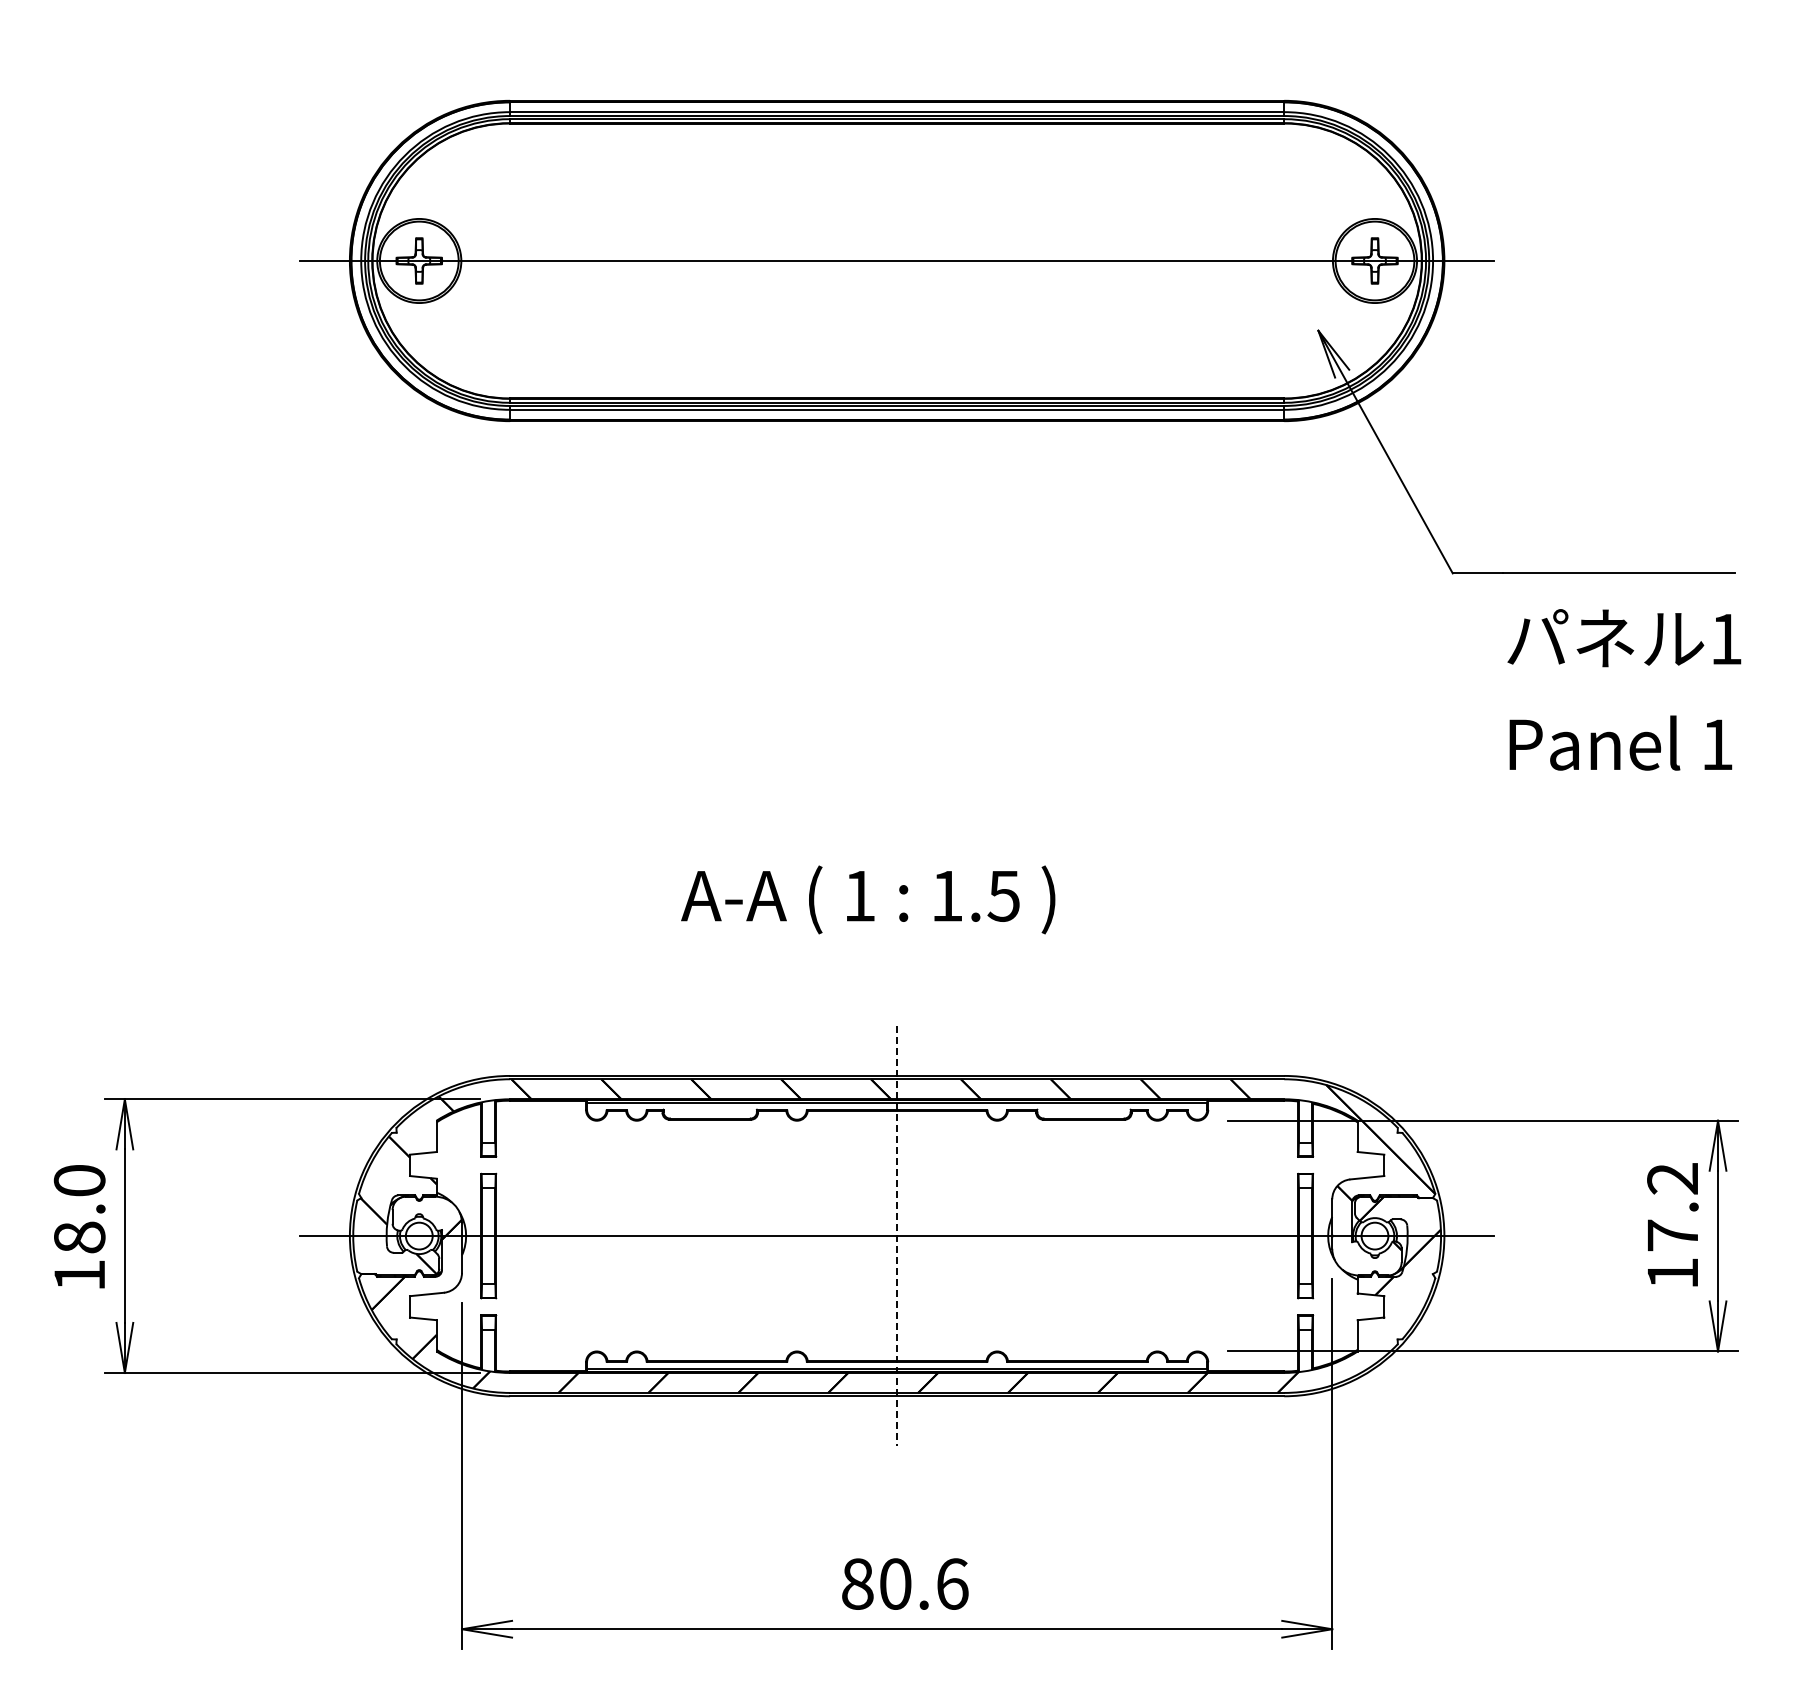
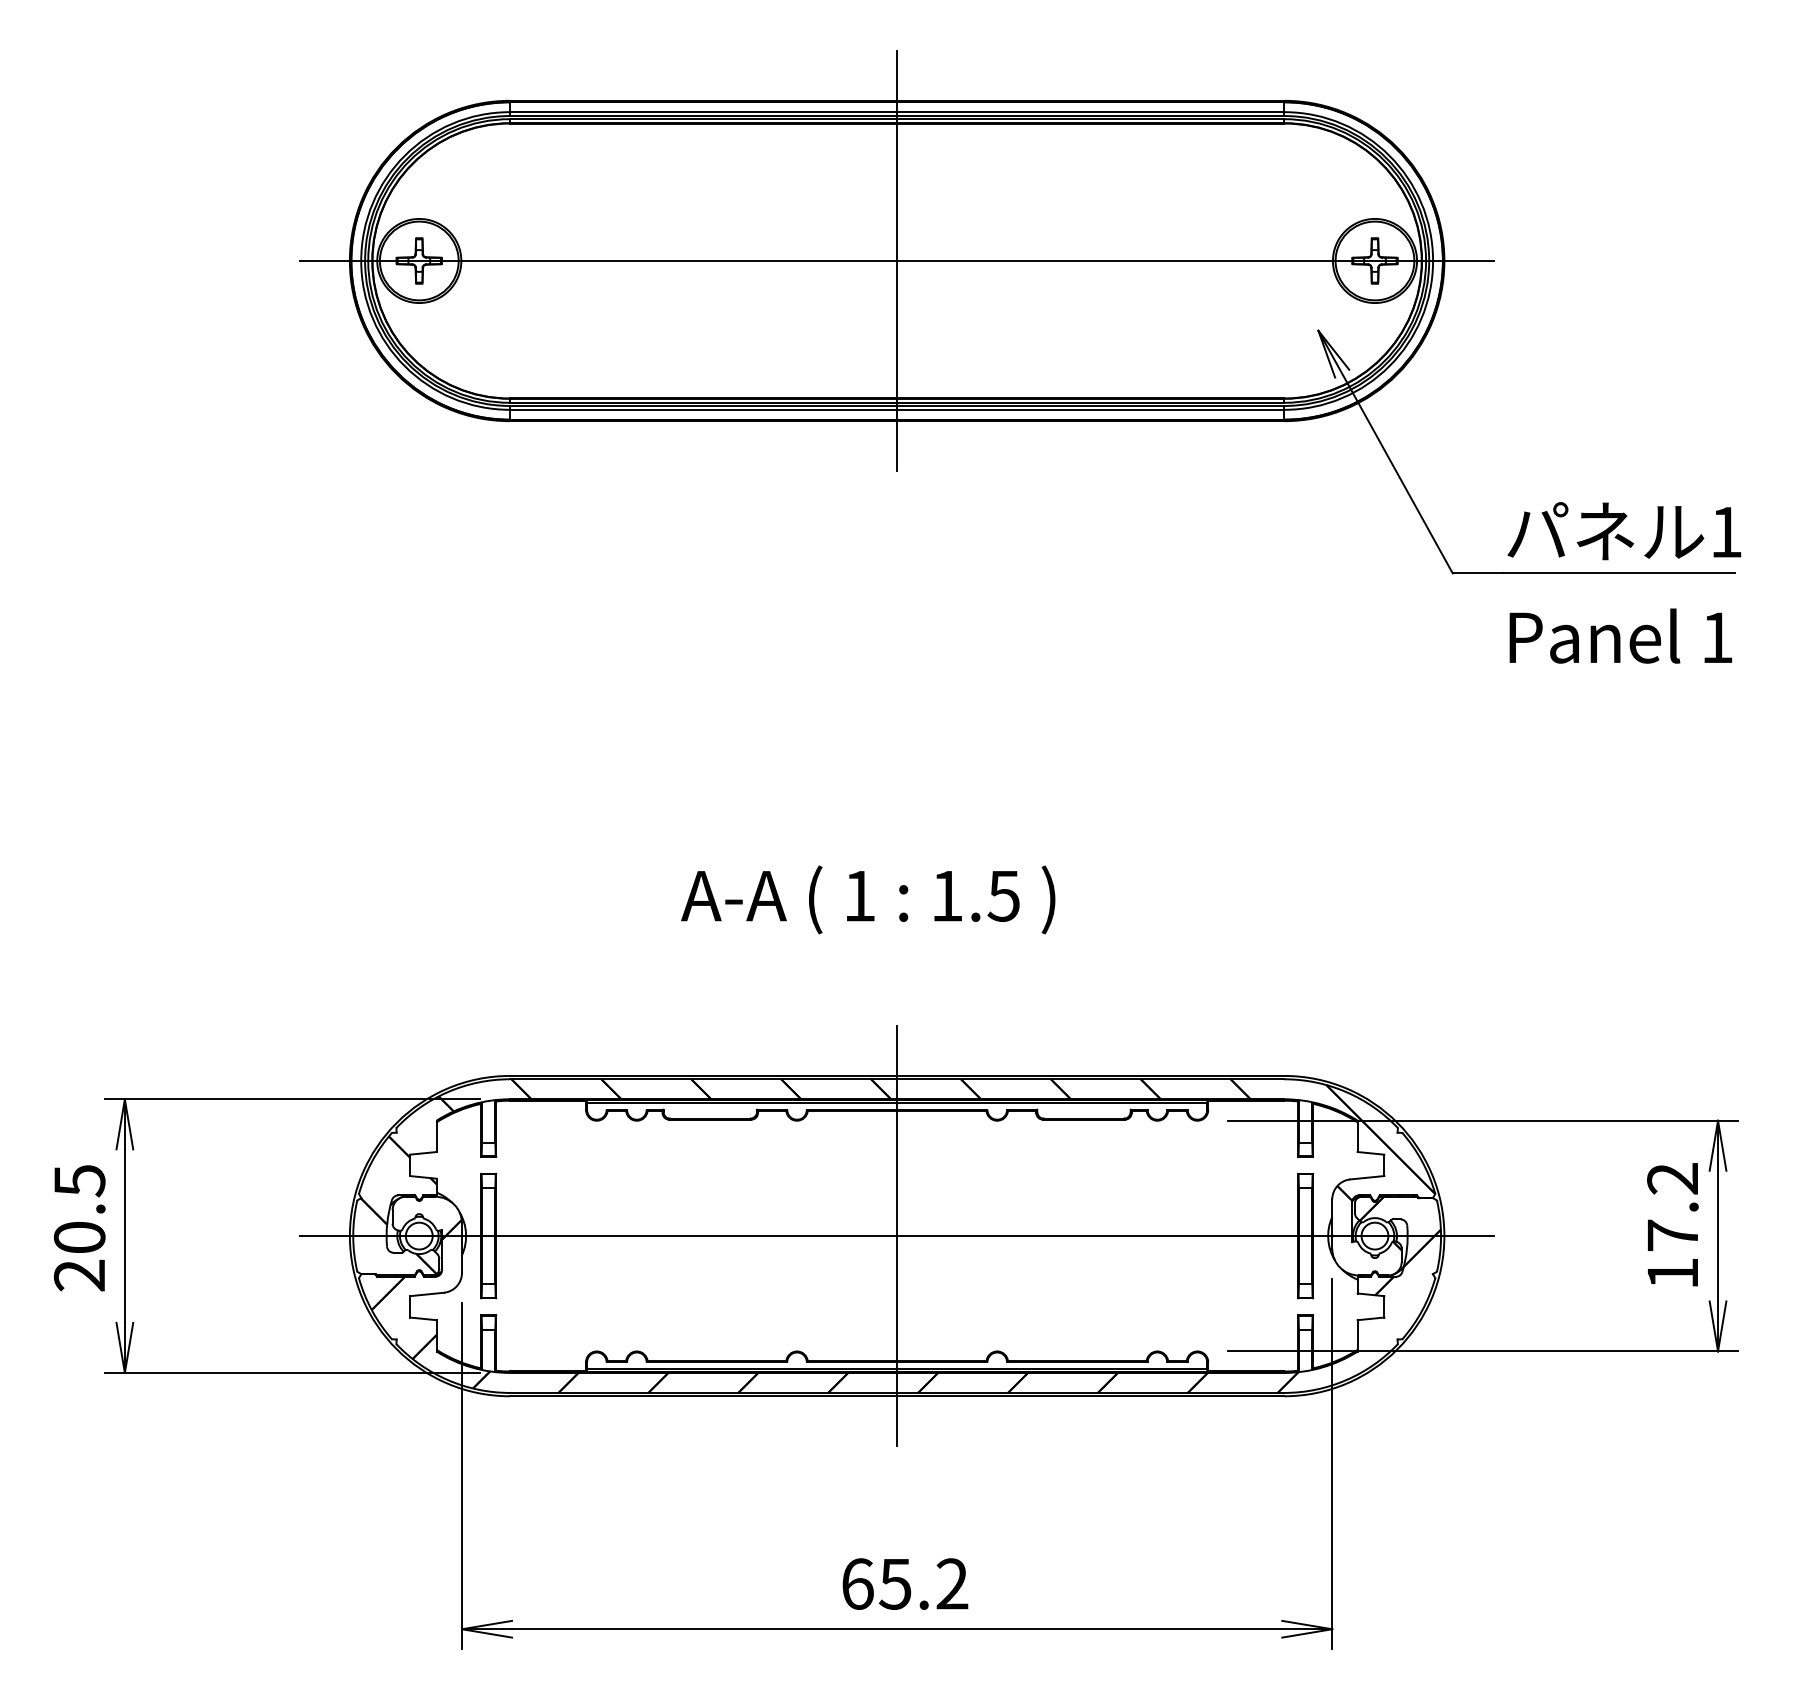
line at (897, 260): none -> present
text at (1624, 689) position: (1624, 689) -> (1624, 582)
text at (79, 1228): 18.0 -> 20.5
line at (897, 1236): dashed -> solid
text at (905, 1583): 80.6 -> 65.2
